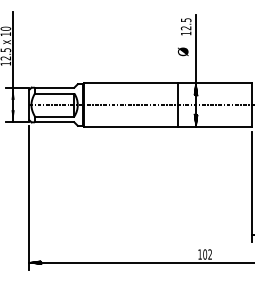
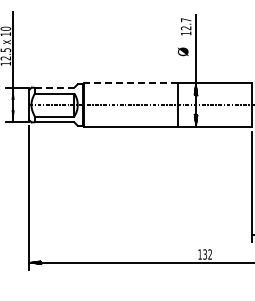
text at (186, 20): 12.5 -> 12.7
line at (131, 83): solid -> dashed
line at (54, 87): solid -> dashed
text at (205, 254): 102 -> 132
